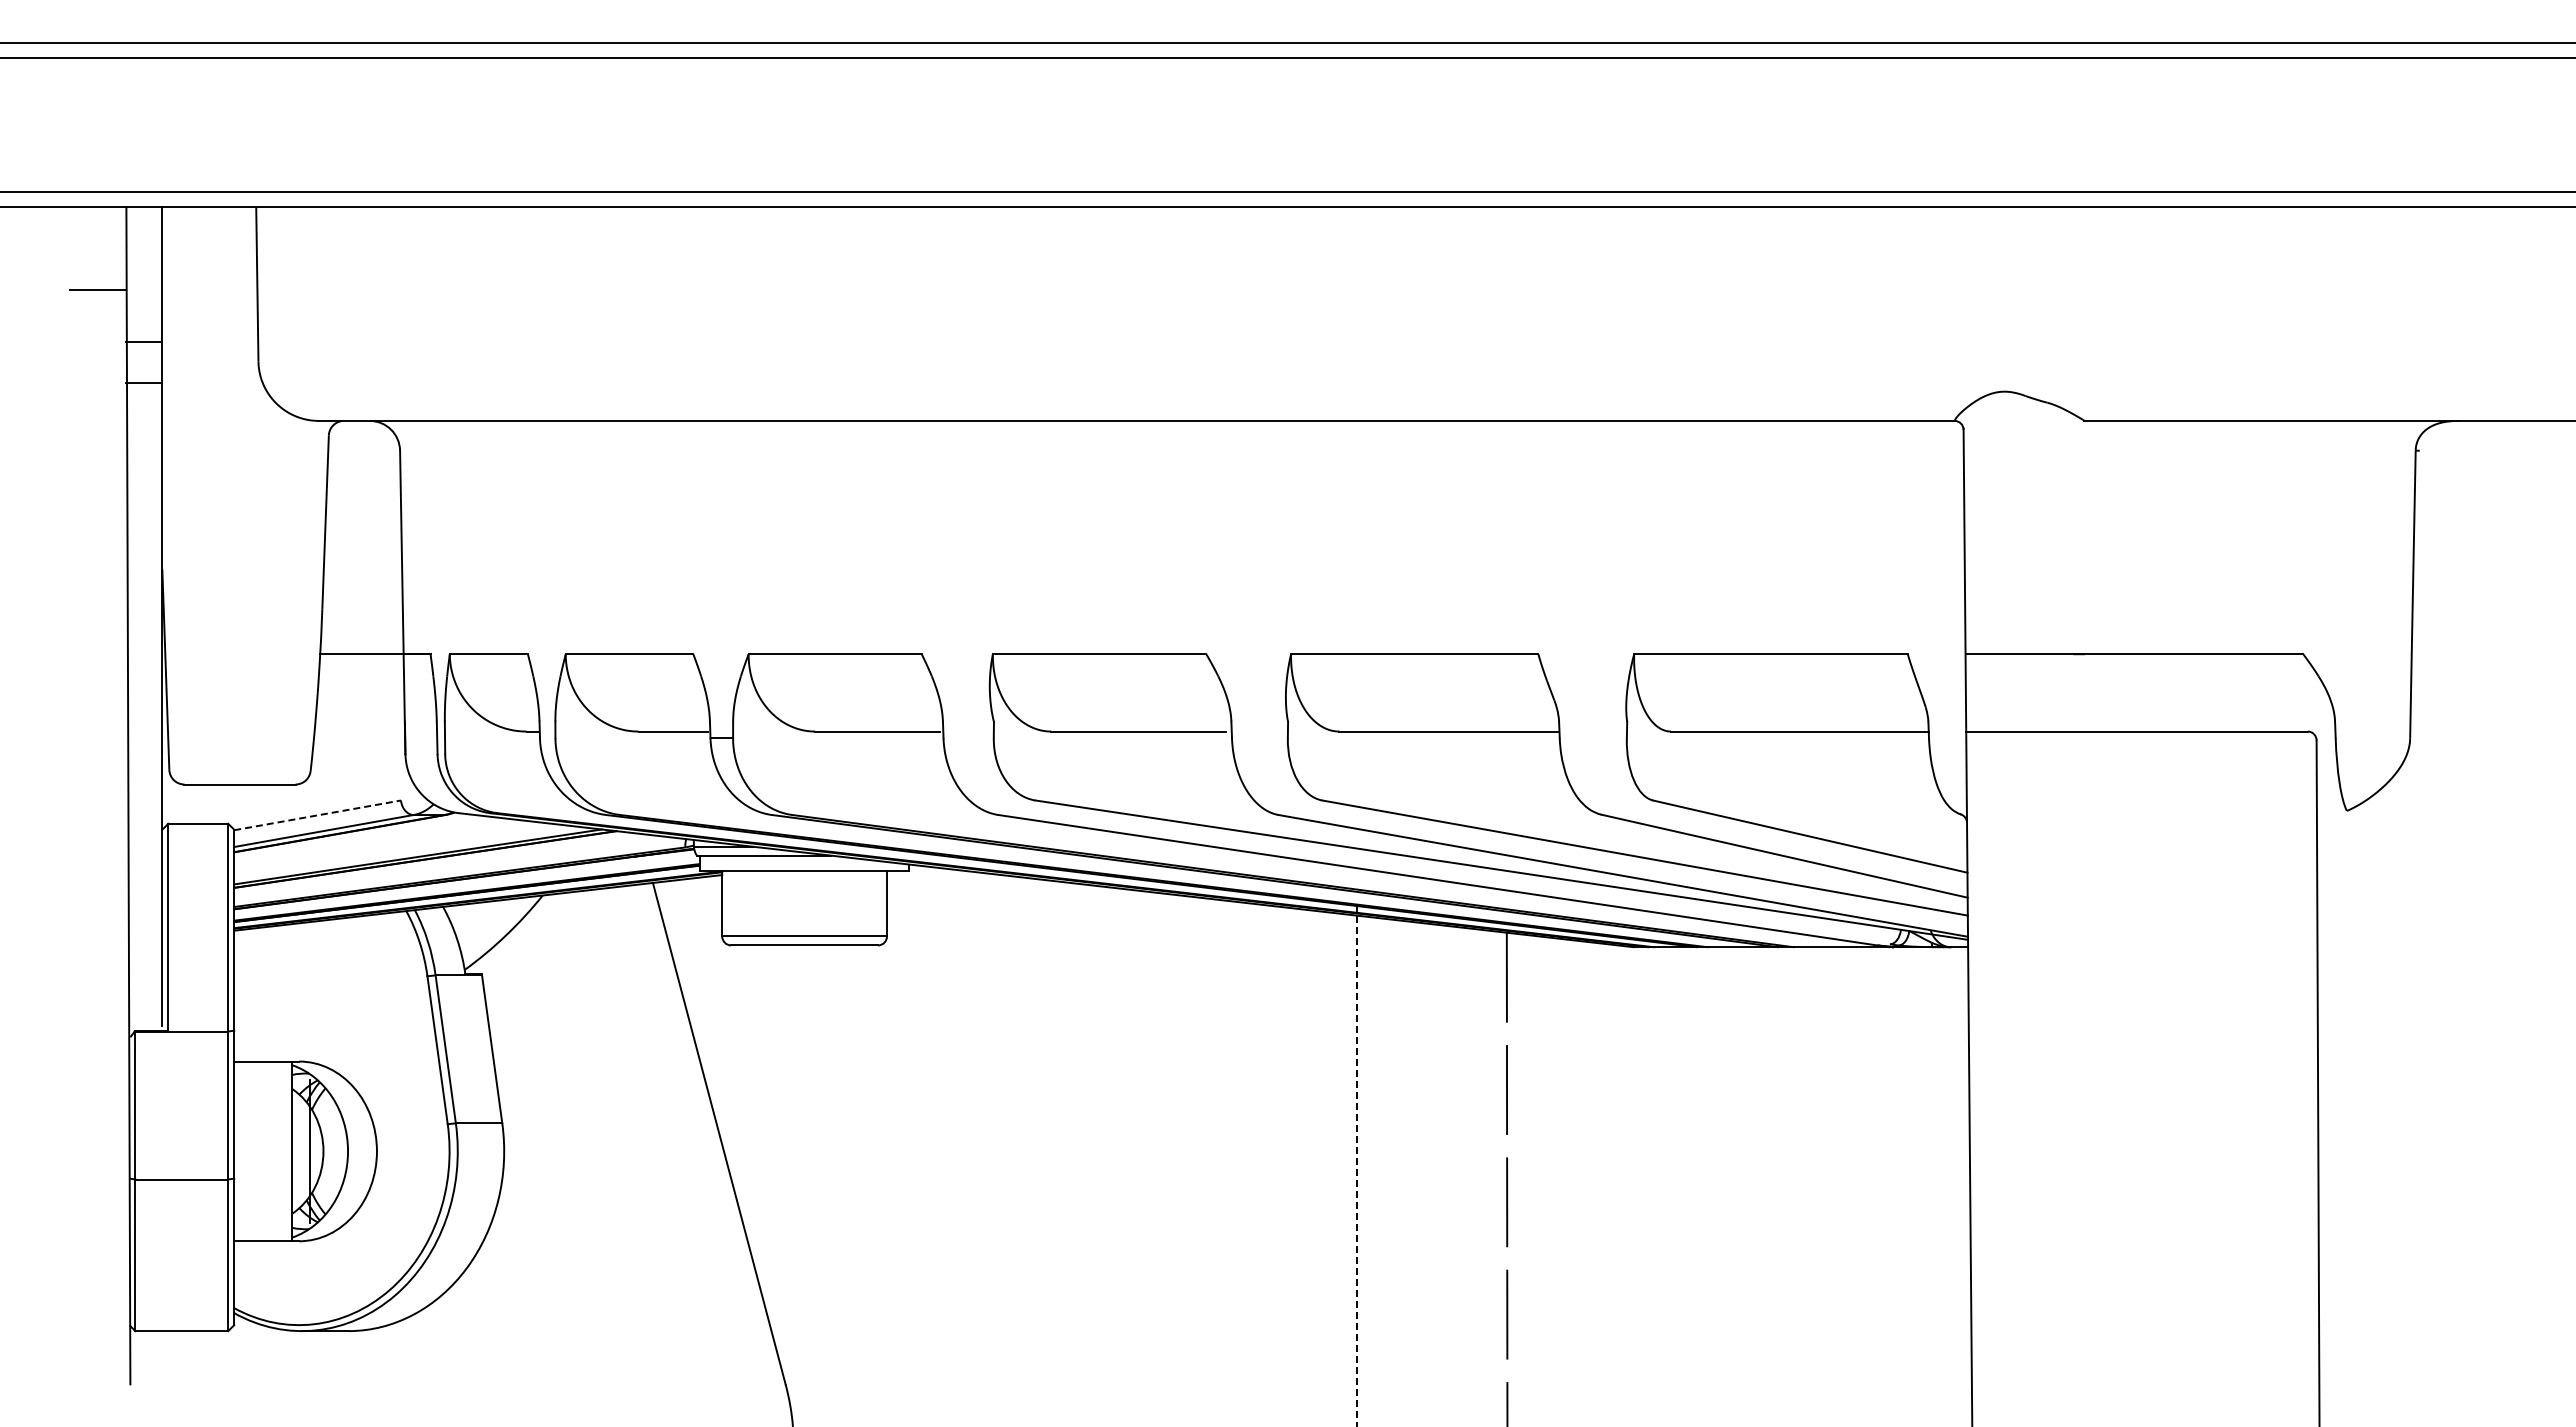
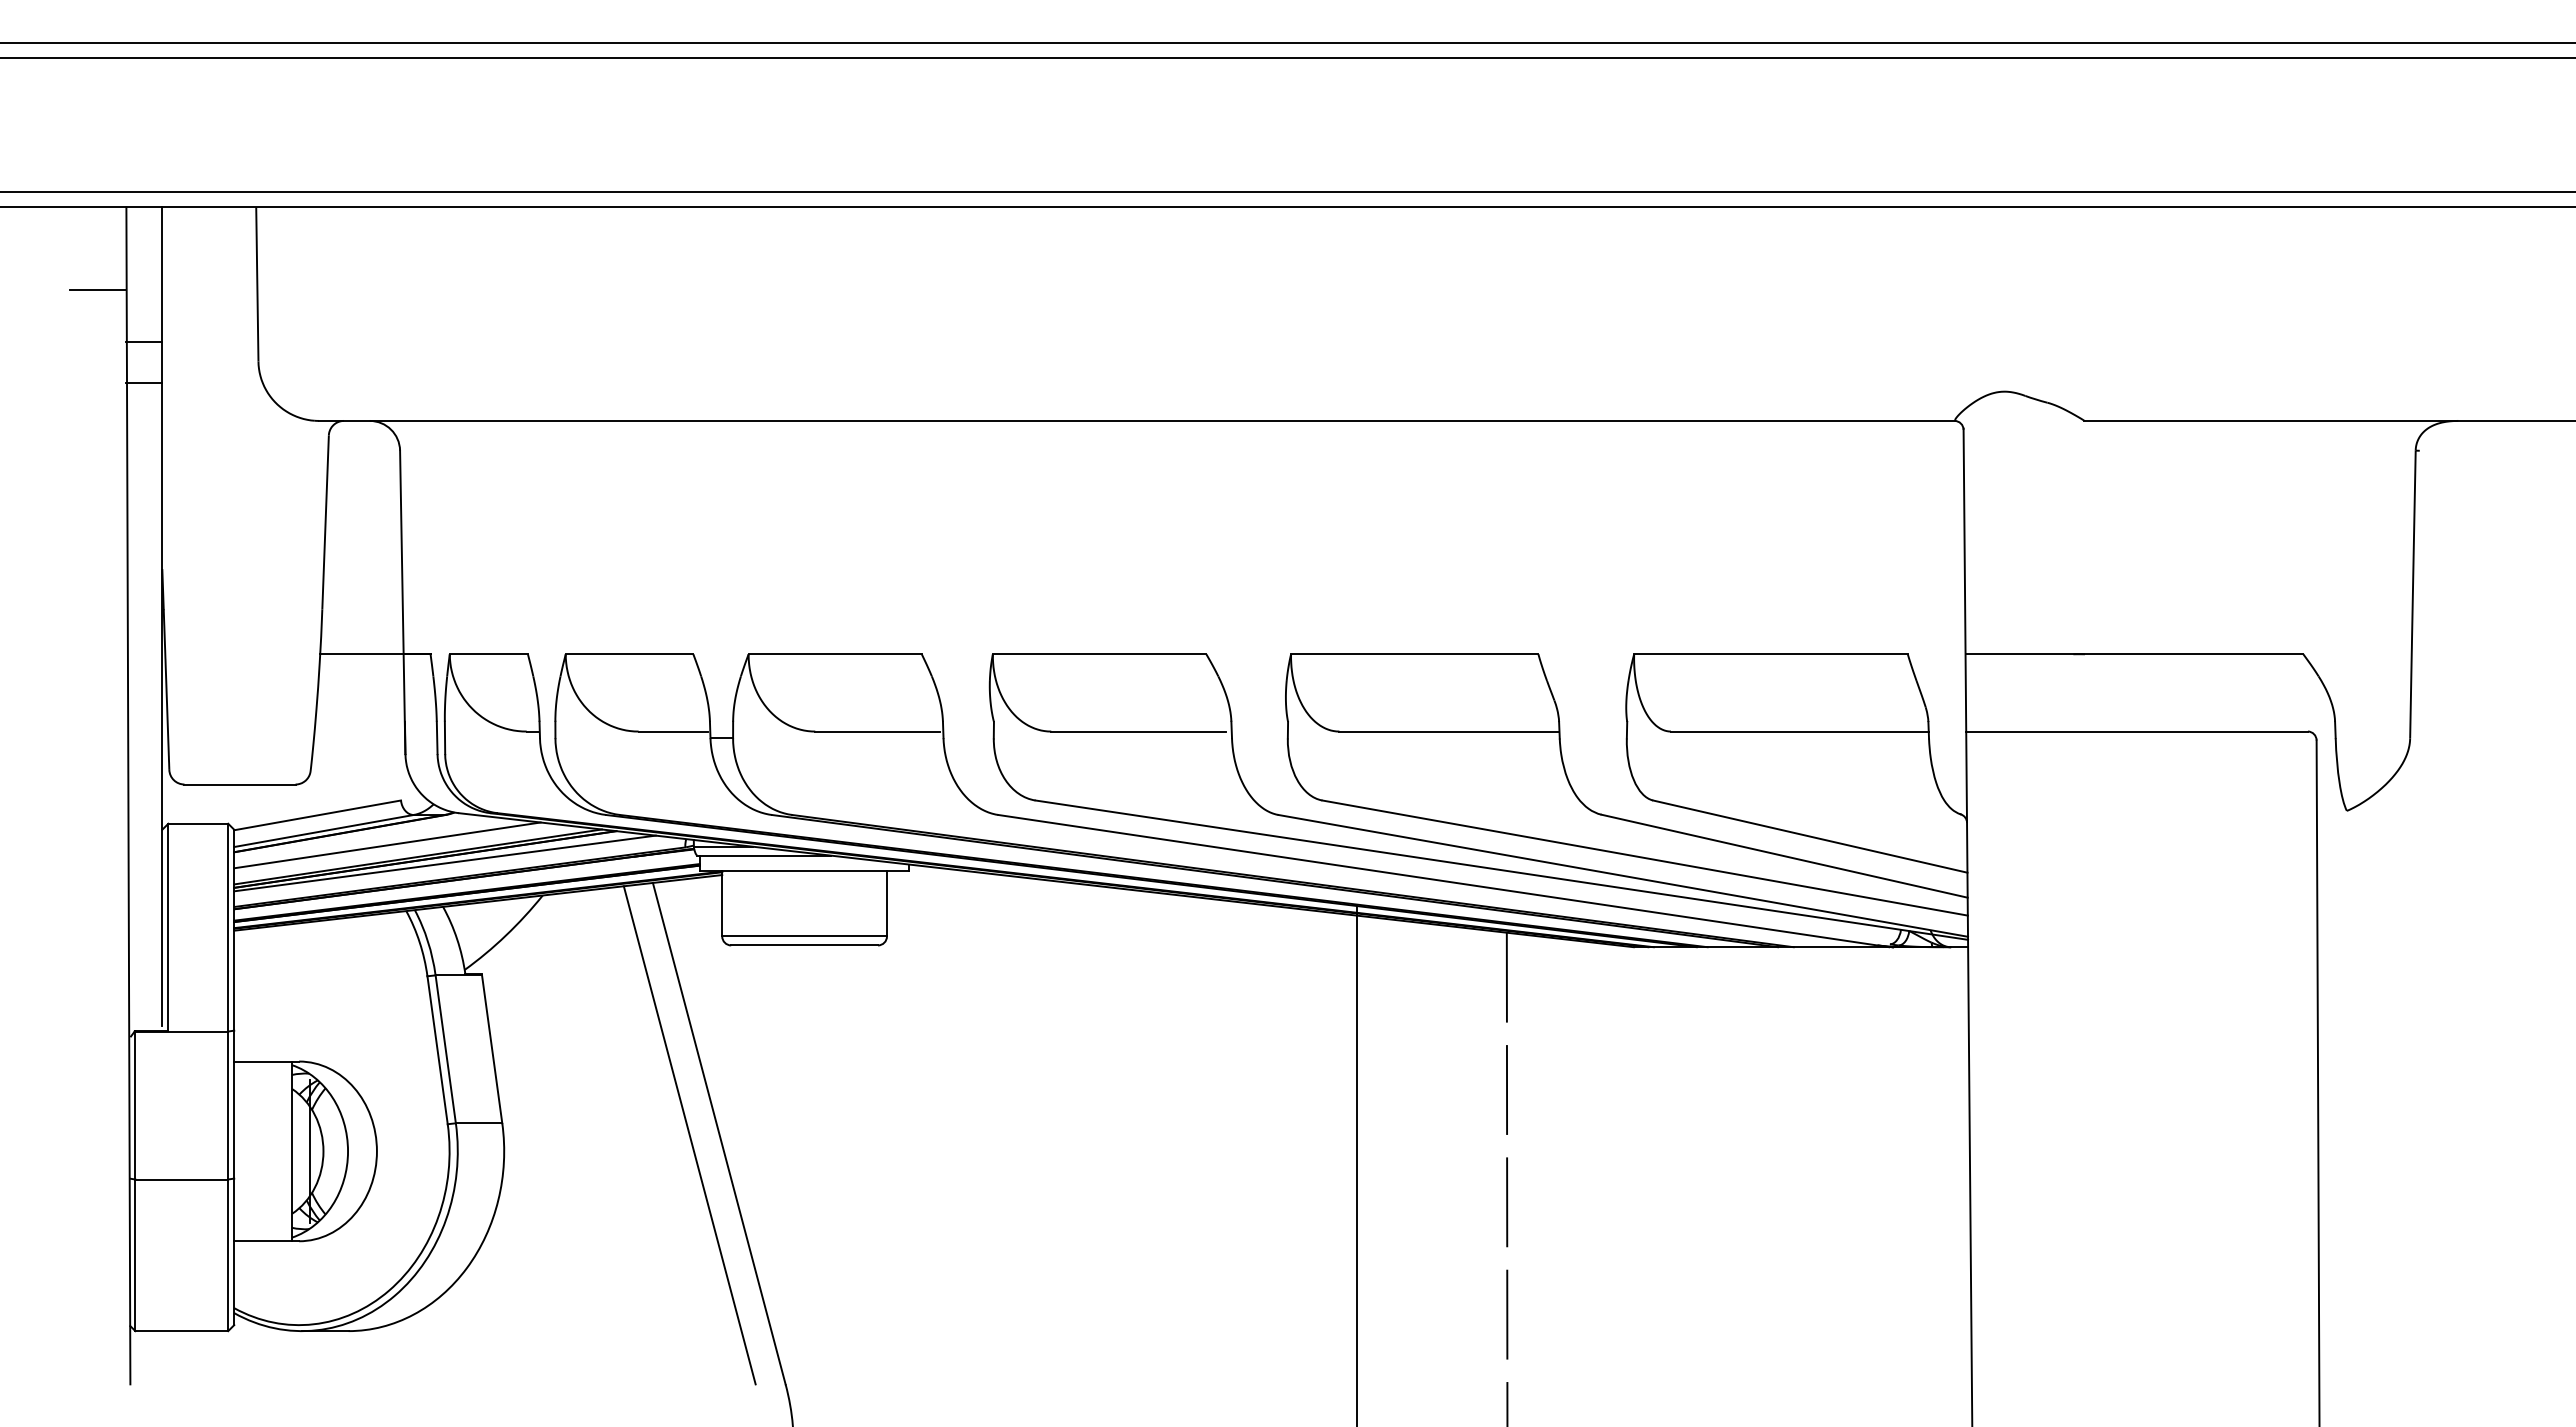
line at (317, 815): dashed -> solid
line at (387, 845): none -> present
line at (444, 863): none -> present
line at (689, 1135): none -> present
line at (1357, 1165): dashed -> solid
